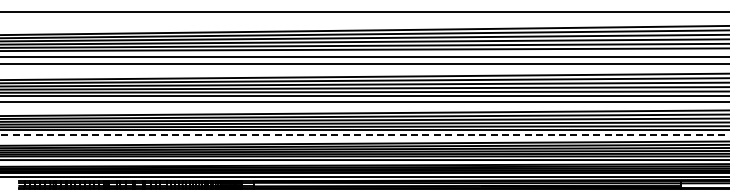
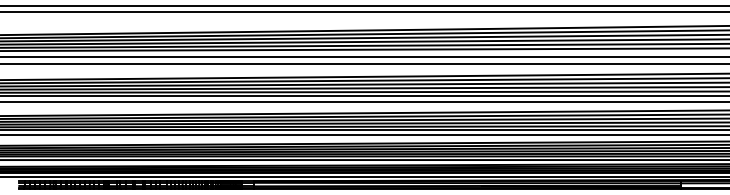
line at (364, 6): none -> present
line at (364, 134): dashed -> solid
